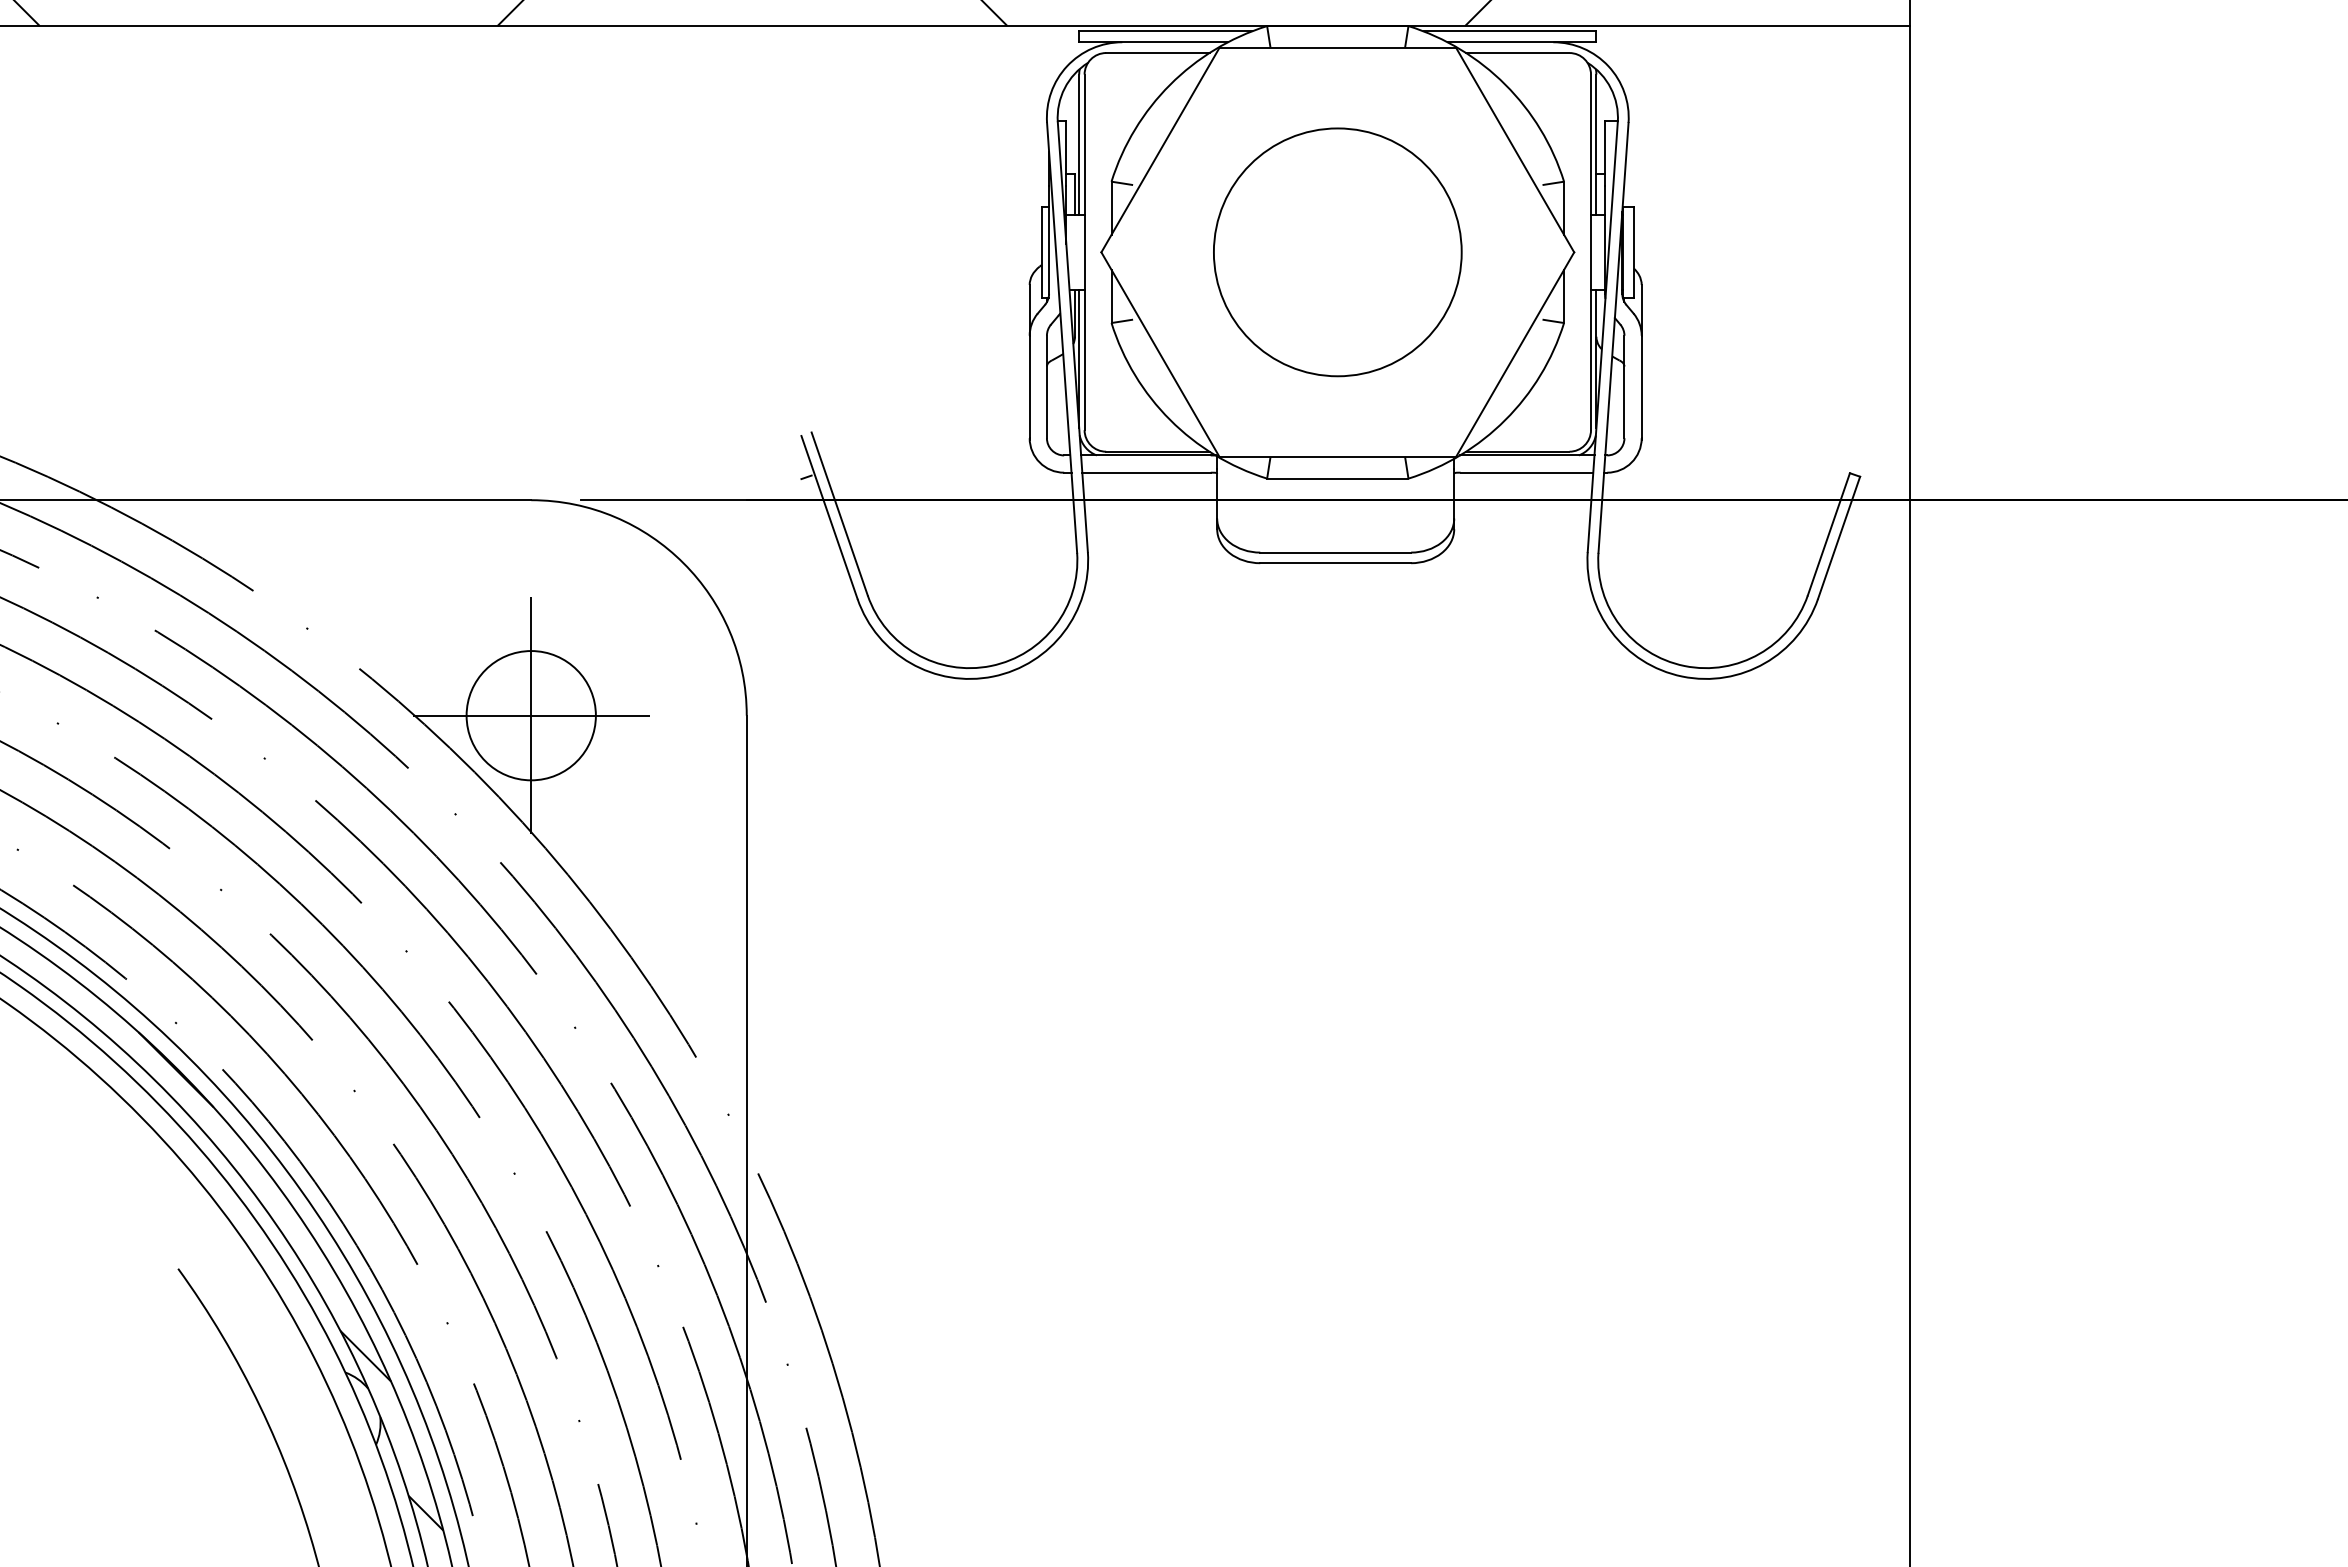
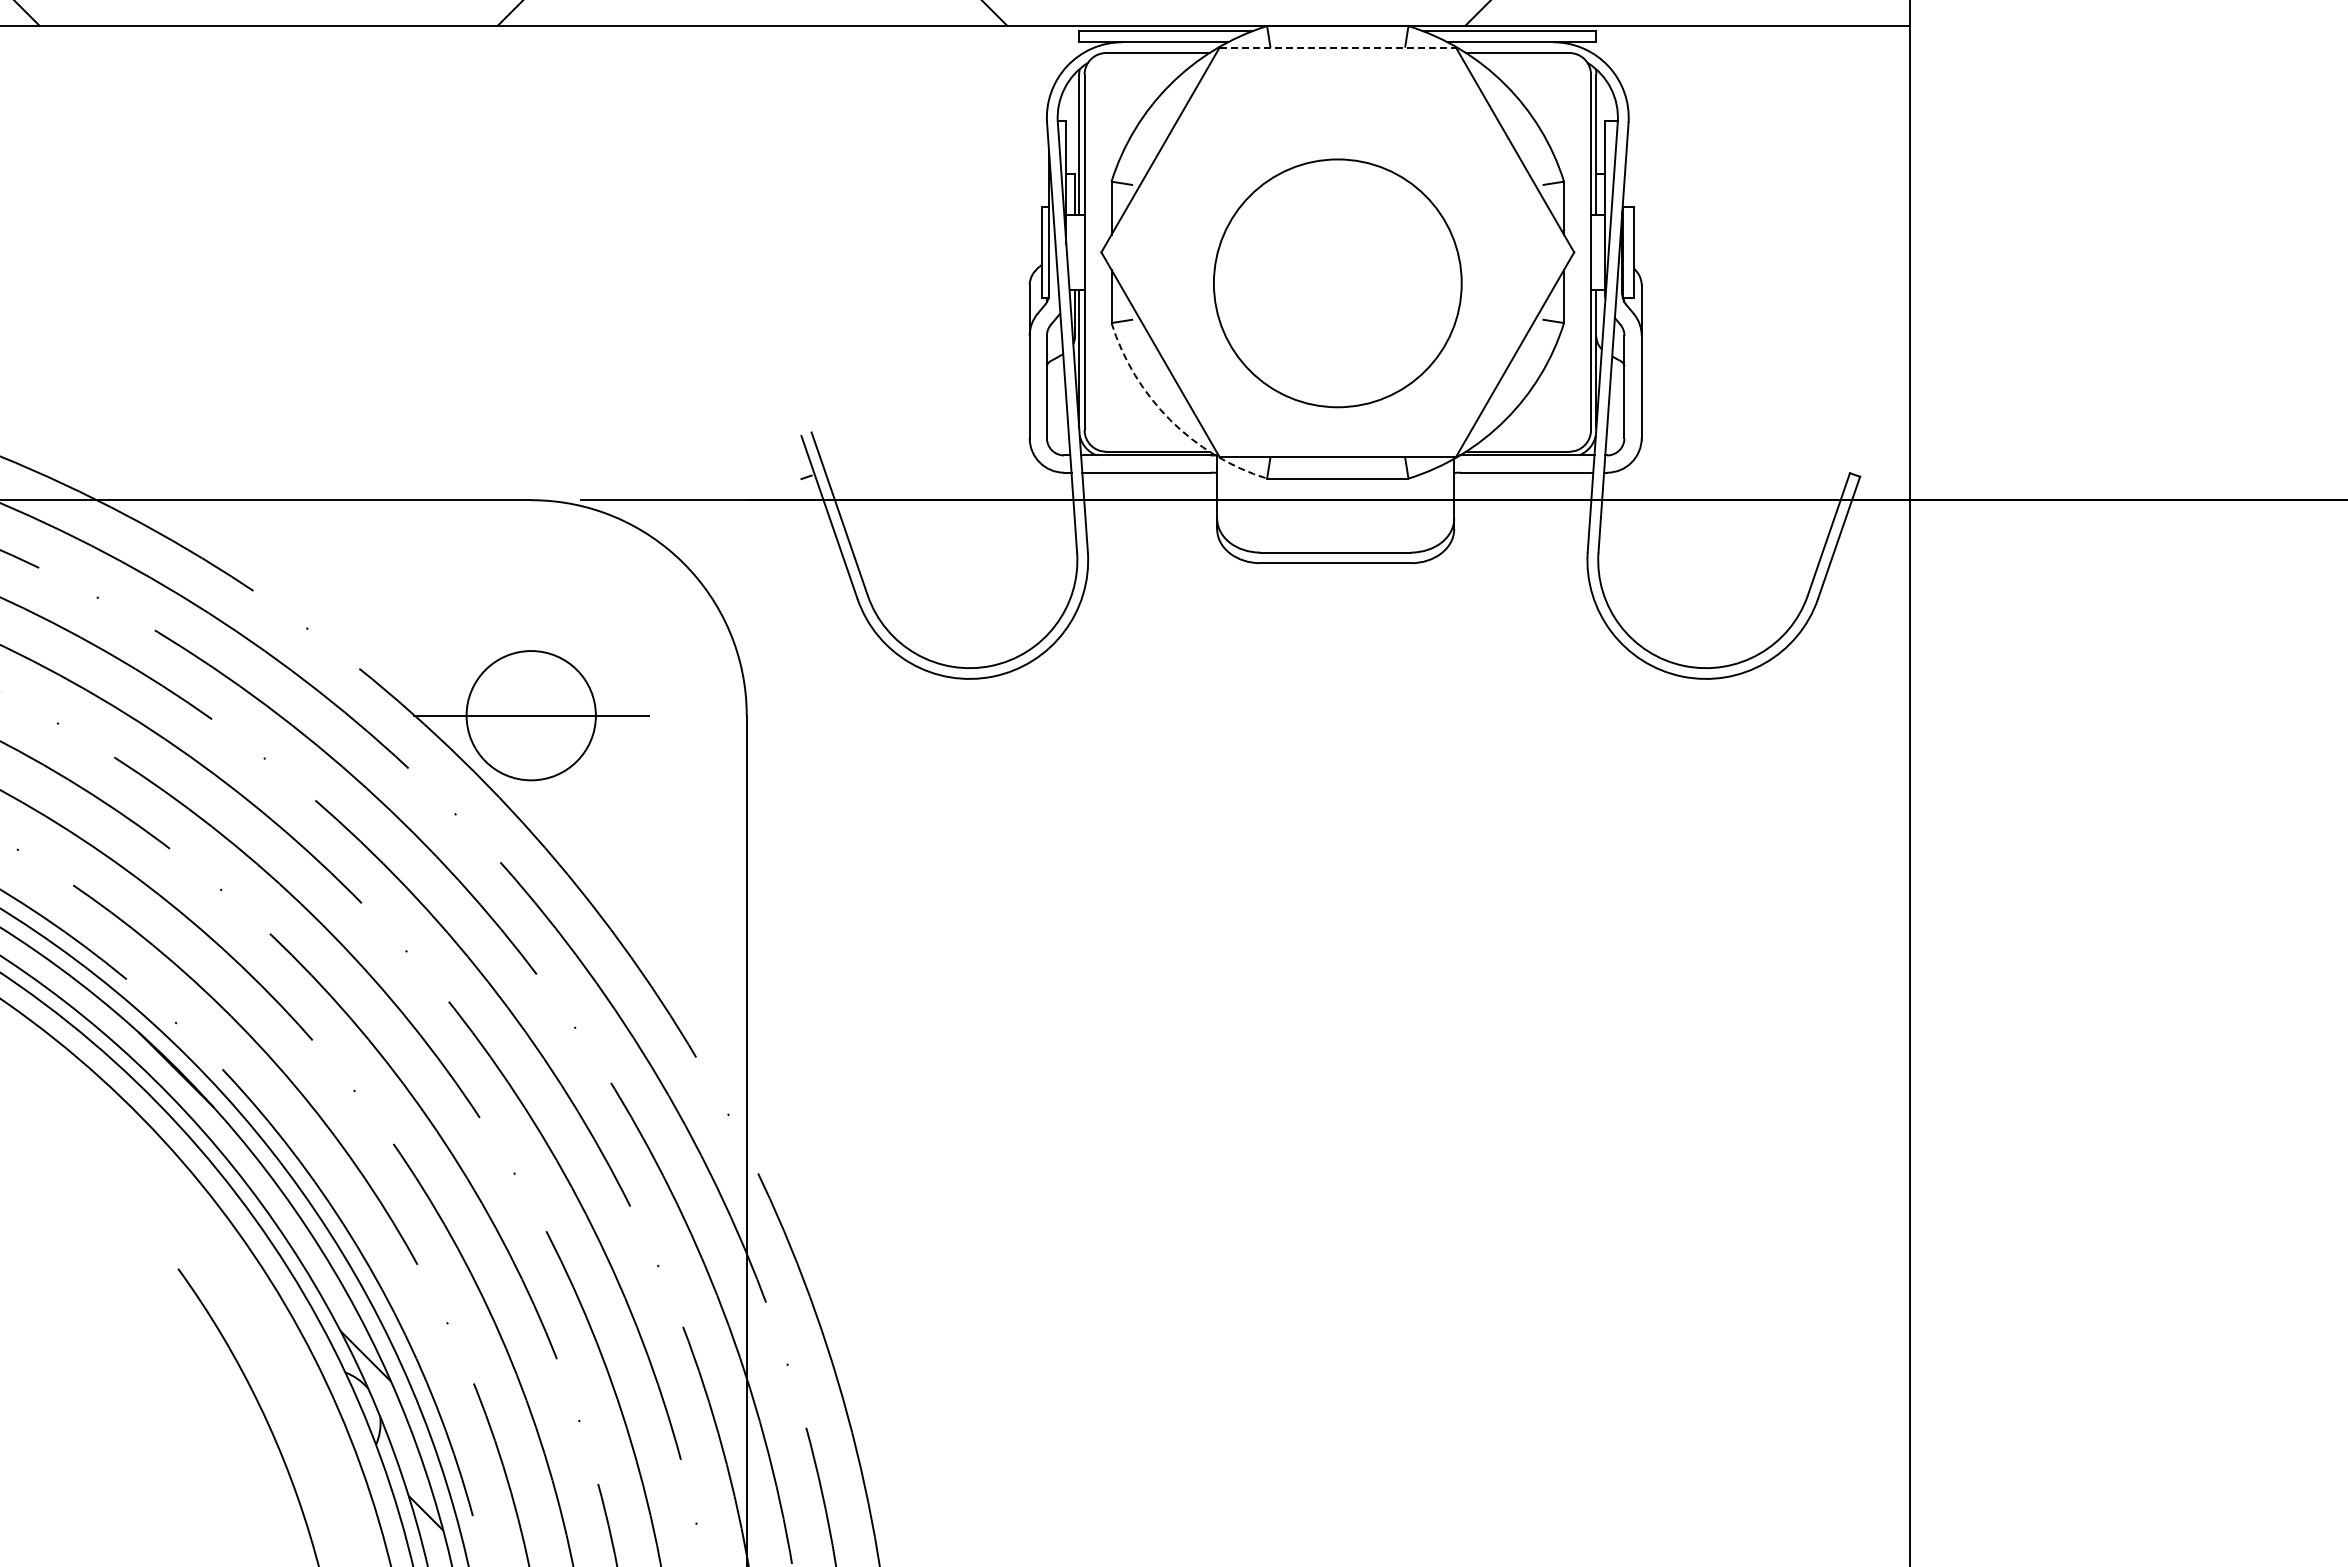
line at (1338, 47): solid -> dashed
circle at (1337, 252) position: (1337, 252) -> (1337, 283)
arc at (1170, 419): solid -> dashed
line at (531, 715): present -> none
